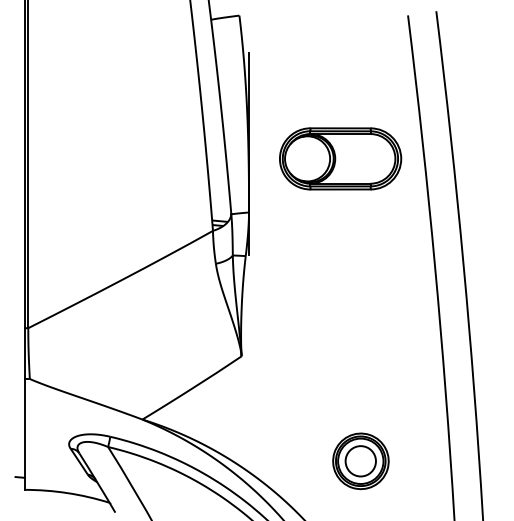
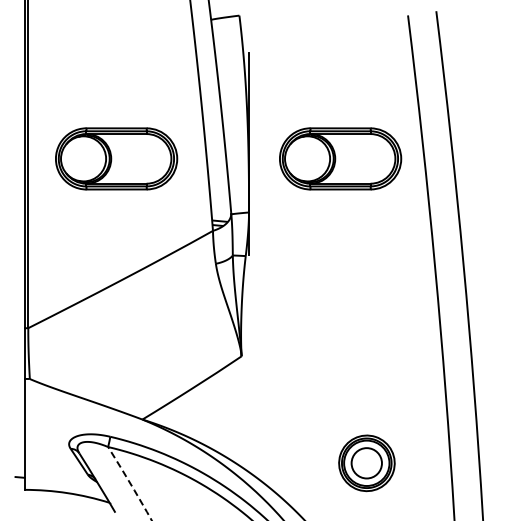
part at (116, 158): none -> present
part at (360, 461) position: (360, 461) -> (366, 463)
arc at (130, 483): solid -> dashed
